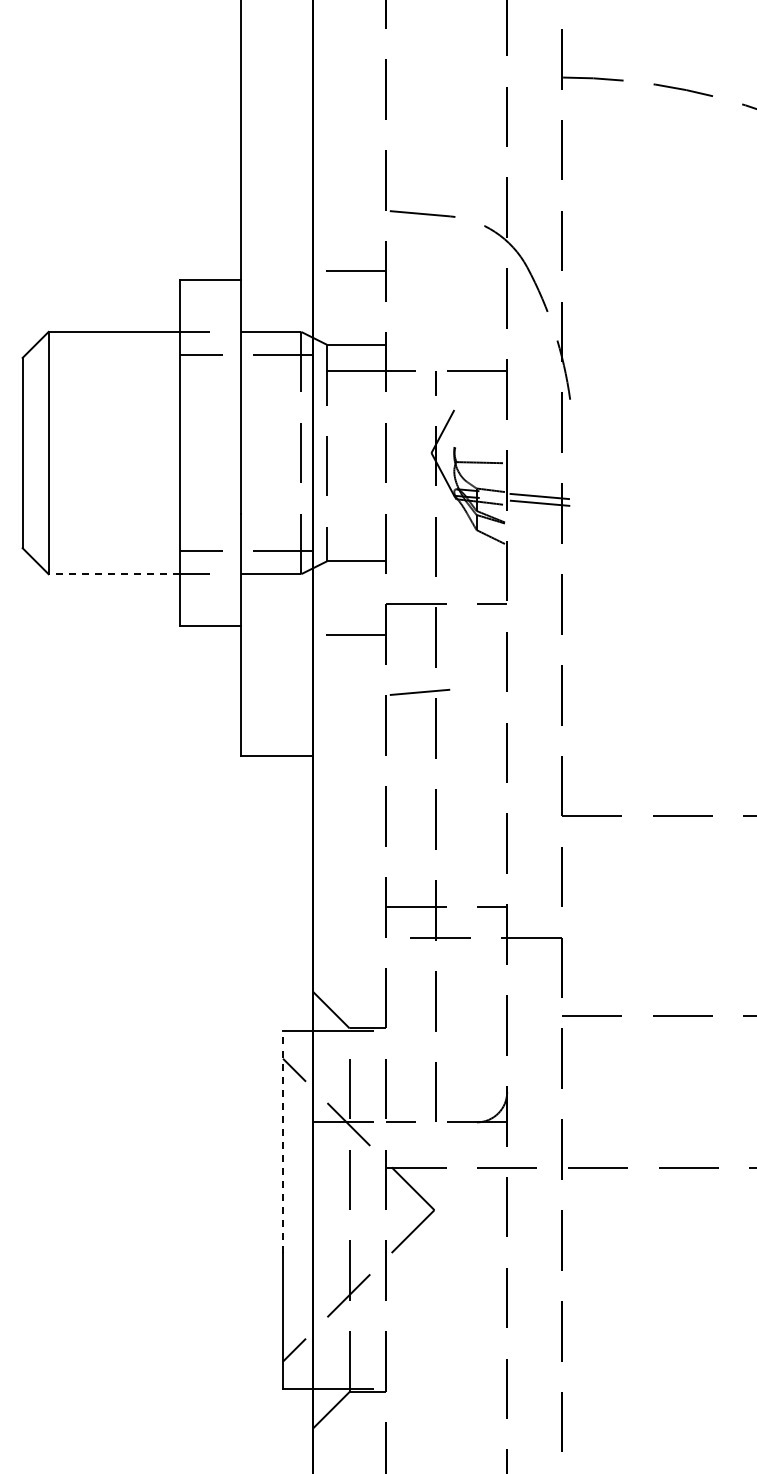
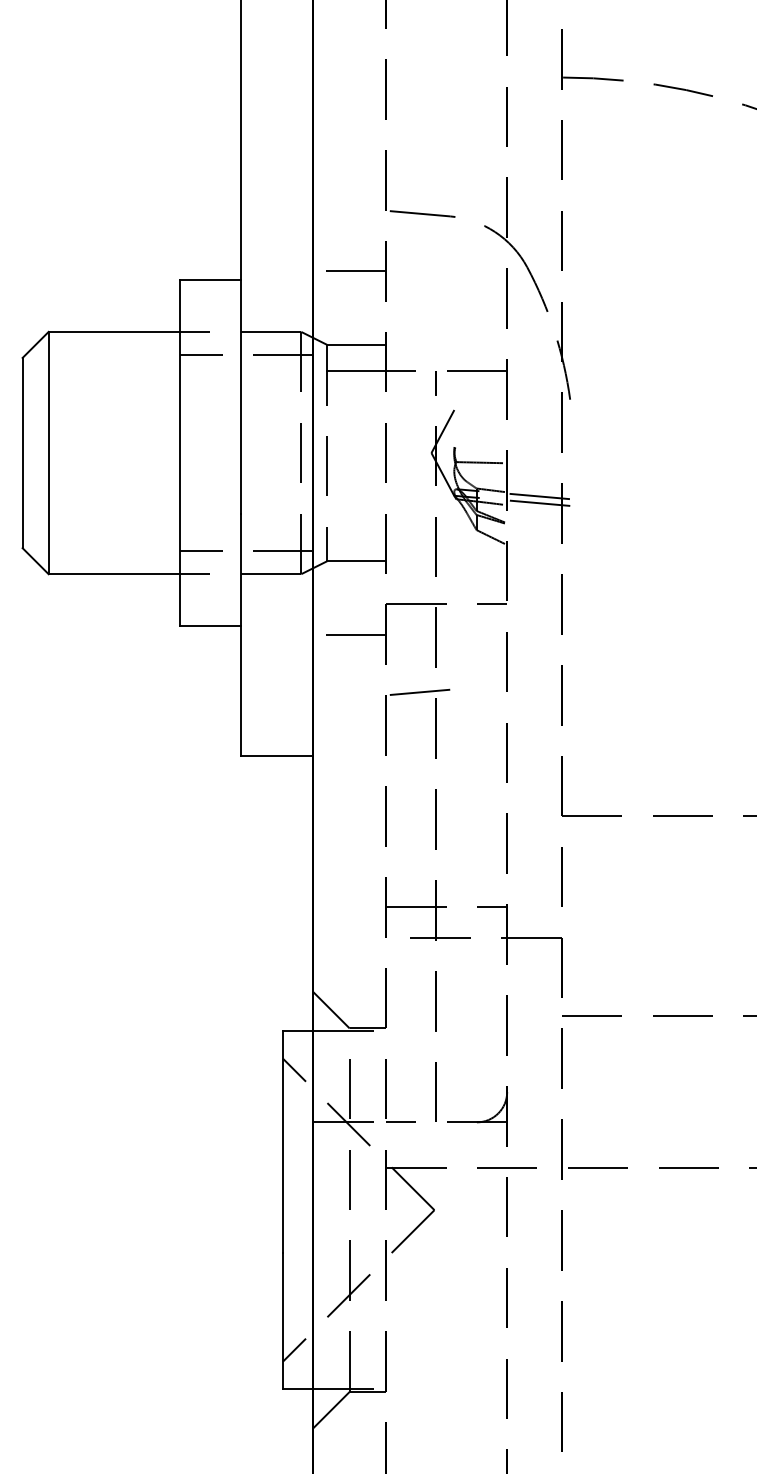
line at (114, 574): dashed -> solid
line at (283, 1142): dashed -> solid
